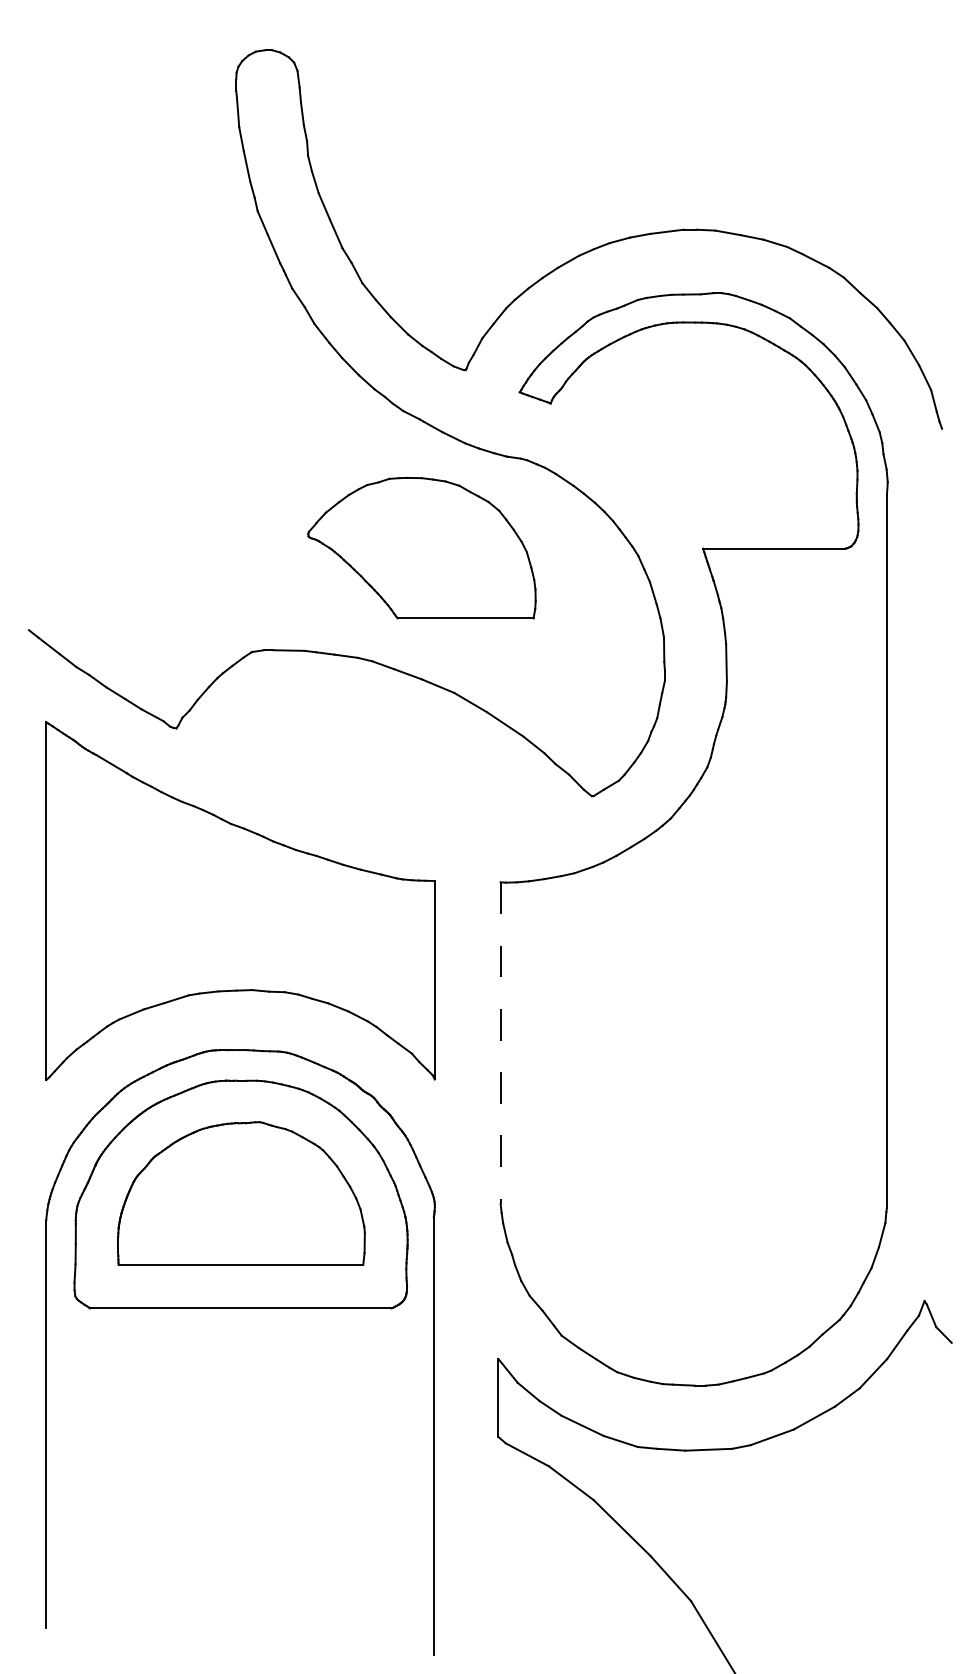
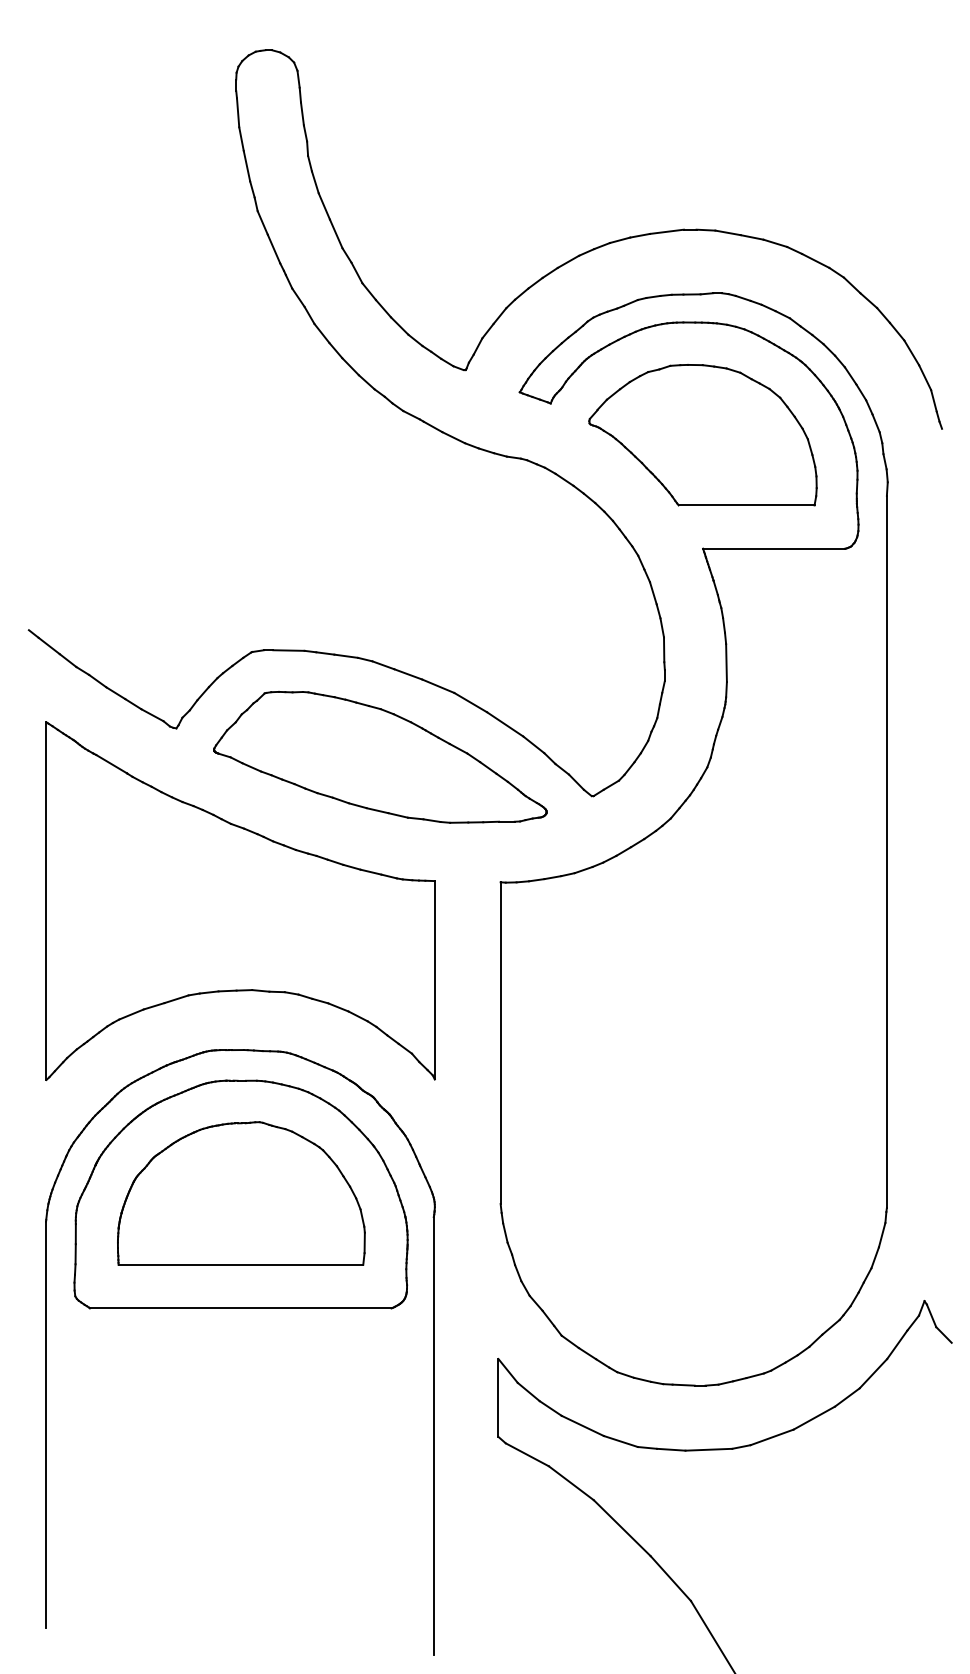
part at (421, 548) position: (421, 548) -> (702, 435)
part at (380, 757): none -> present
line at (500, 1043): dashed -> solid
